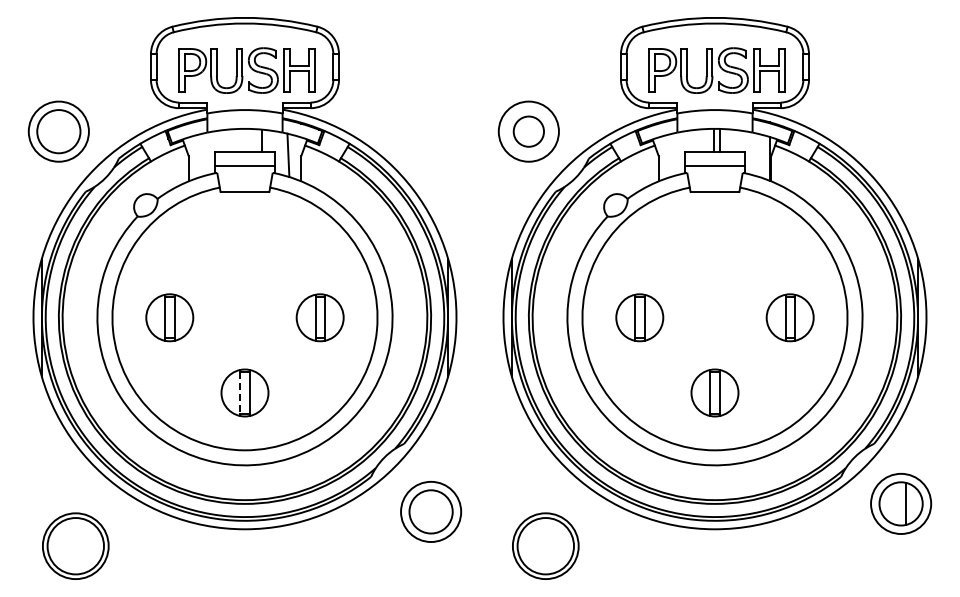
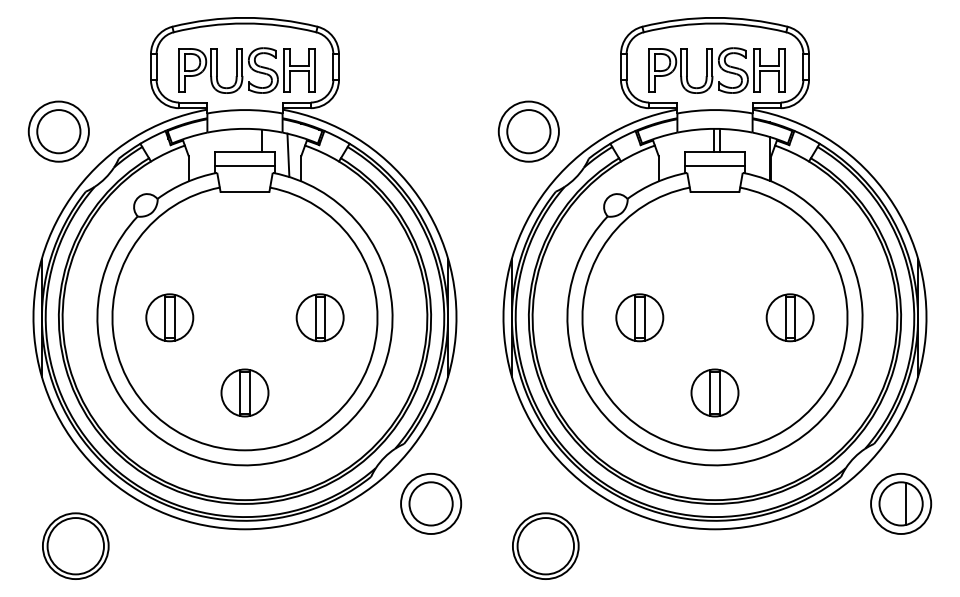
circle at (528, 131) diameter: 30 px -> 43 px
line at (240, 393): dashed -> solid
part at (431, 511) position: (431, 511) -> (431, 503)
